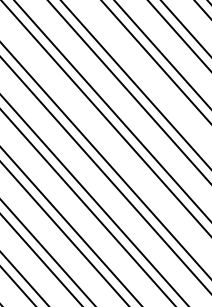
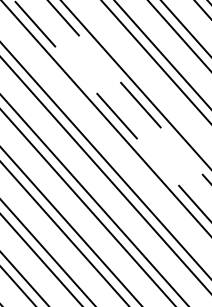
line at (130, 93): solid -> dashed
line at (112, 111): solid -> dashed
